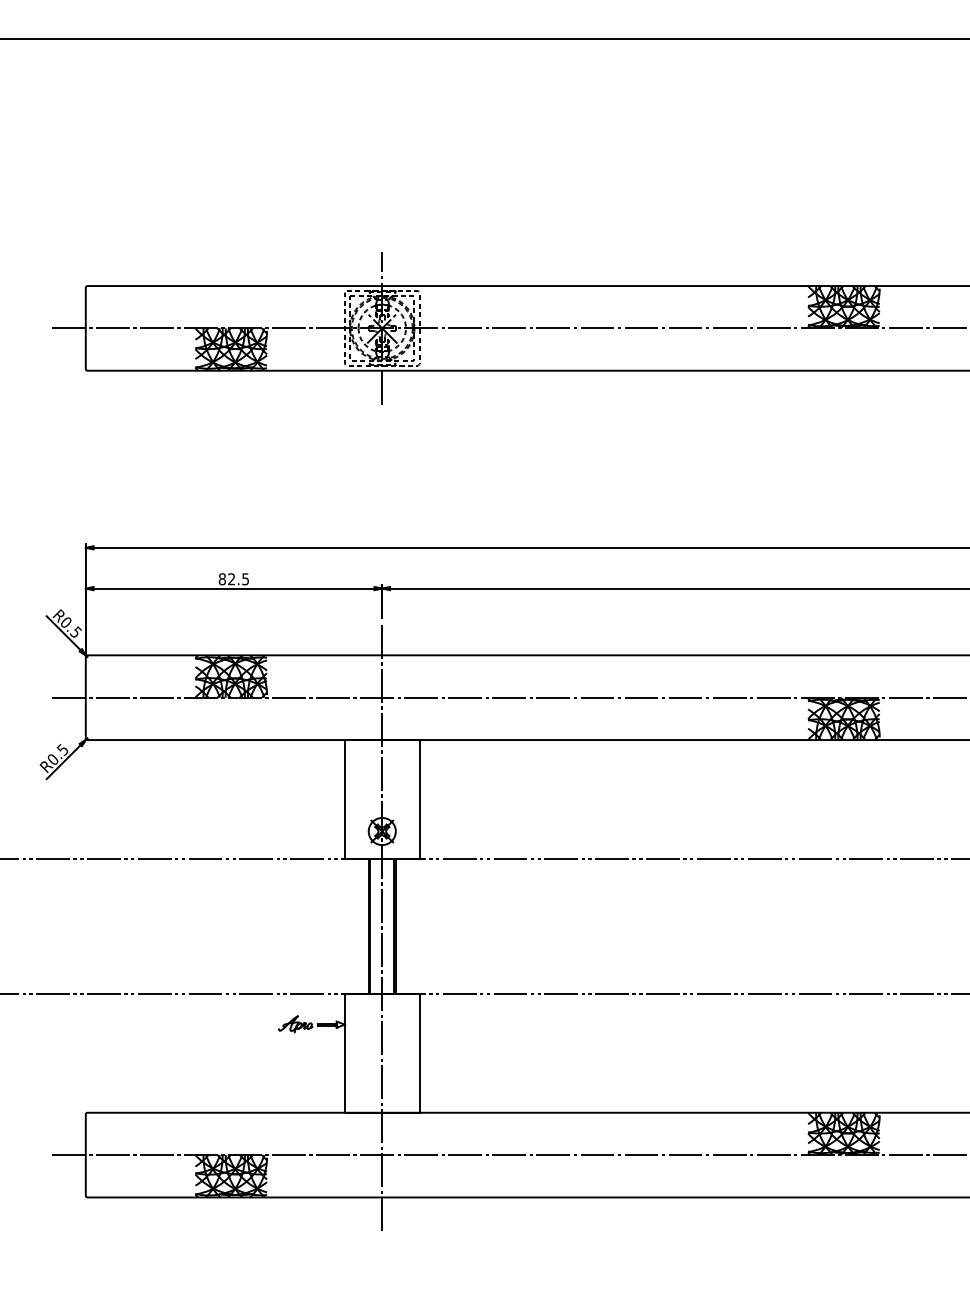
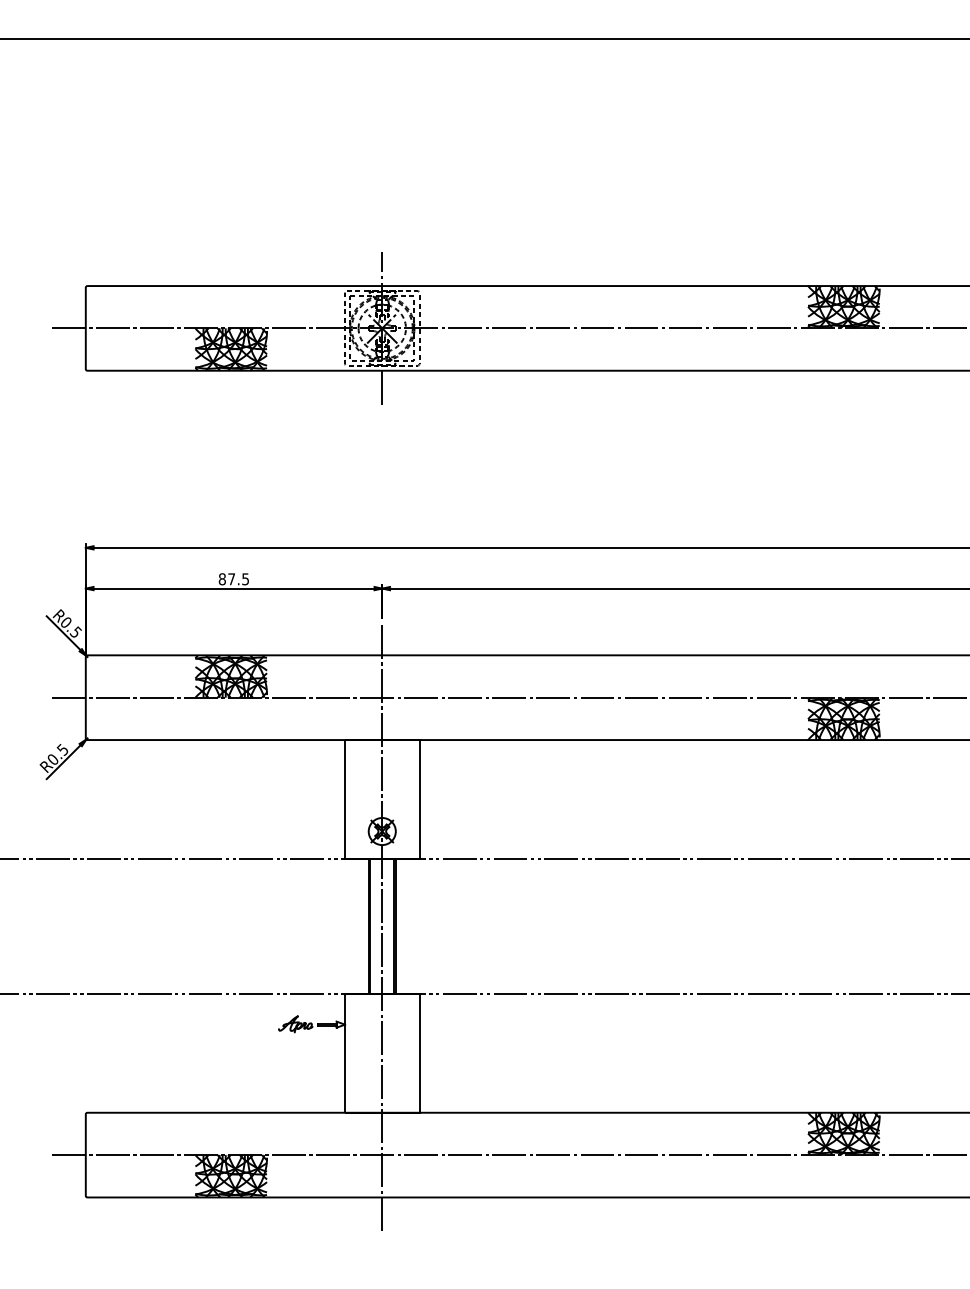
text at (231, 579): 82.5 -> 87.5
